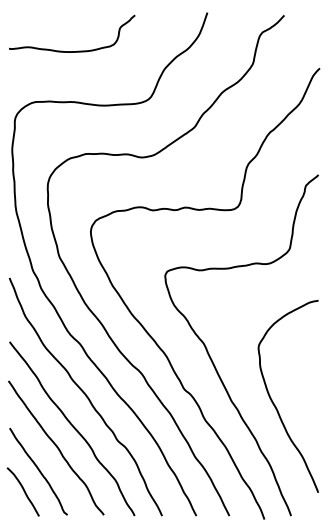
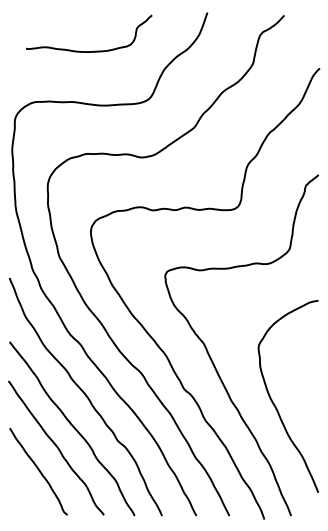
curve at (77, 50) position: (77, 50) -> (94, 50)
curve at (23, 491): present -> none
